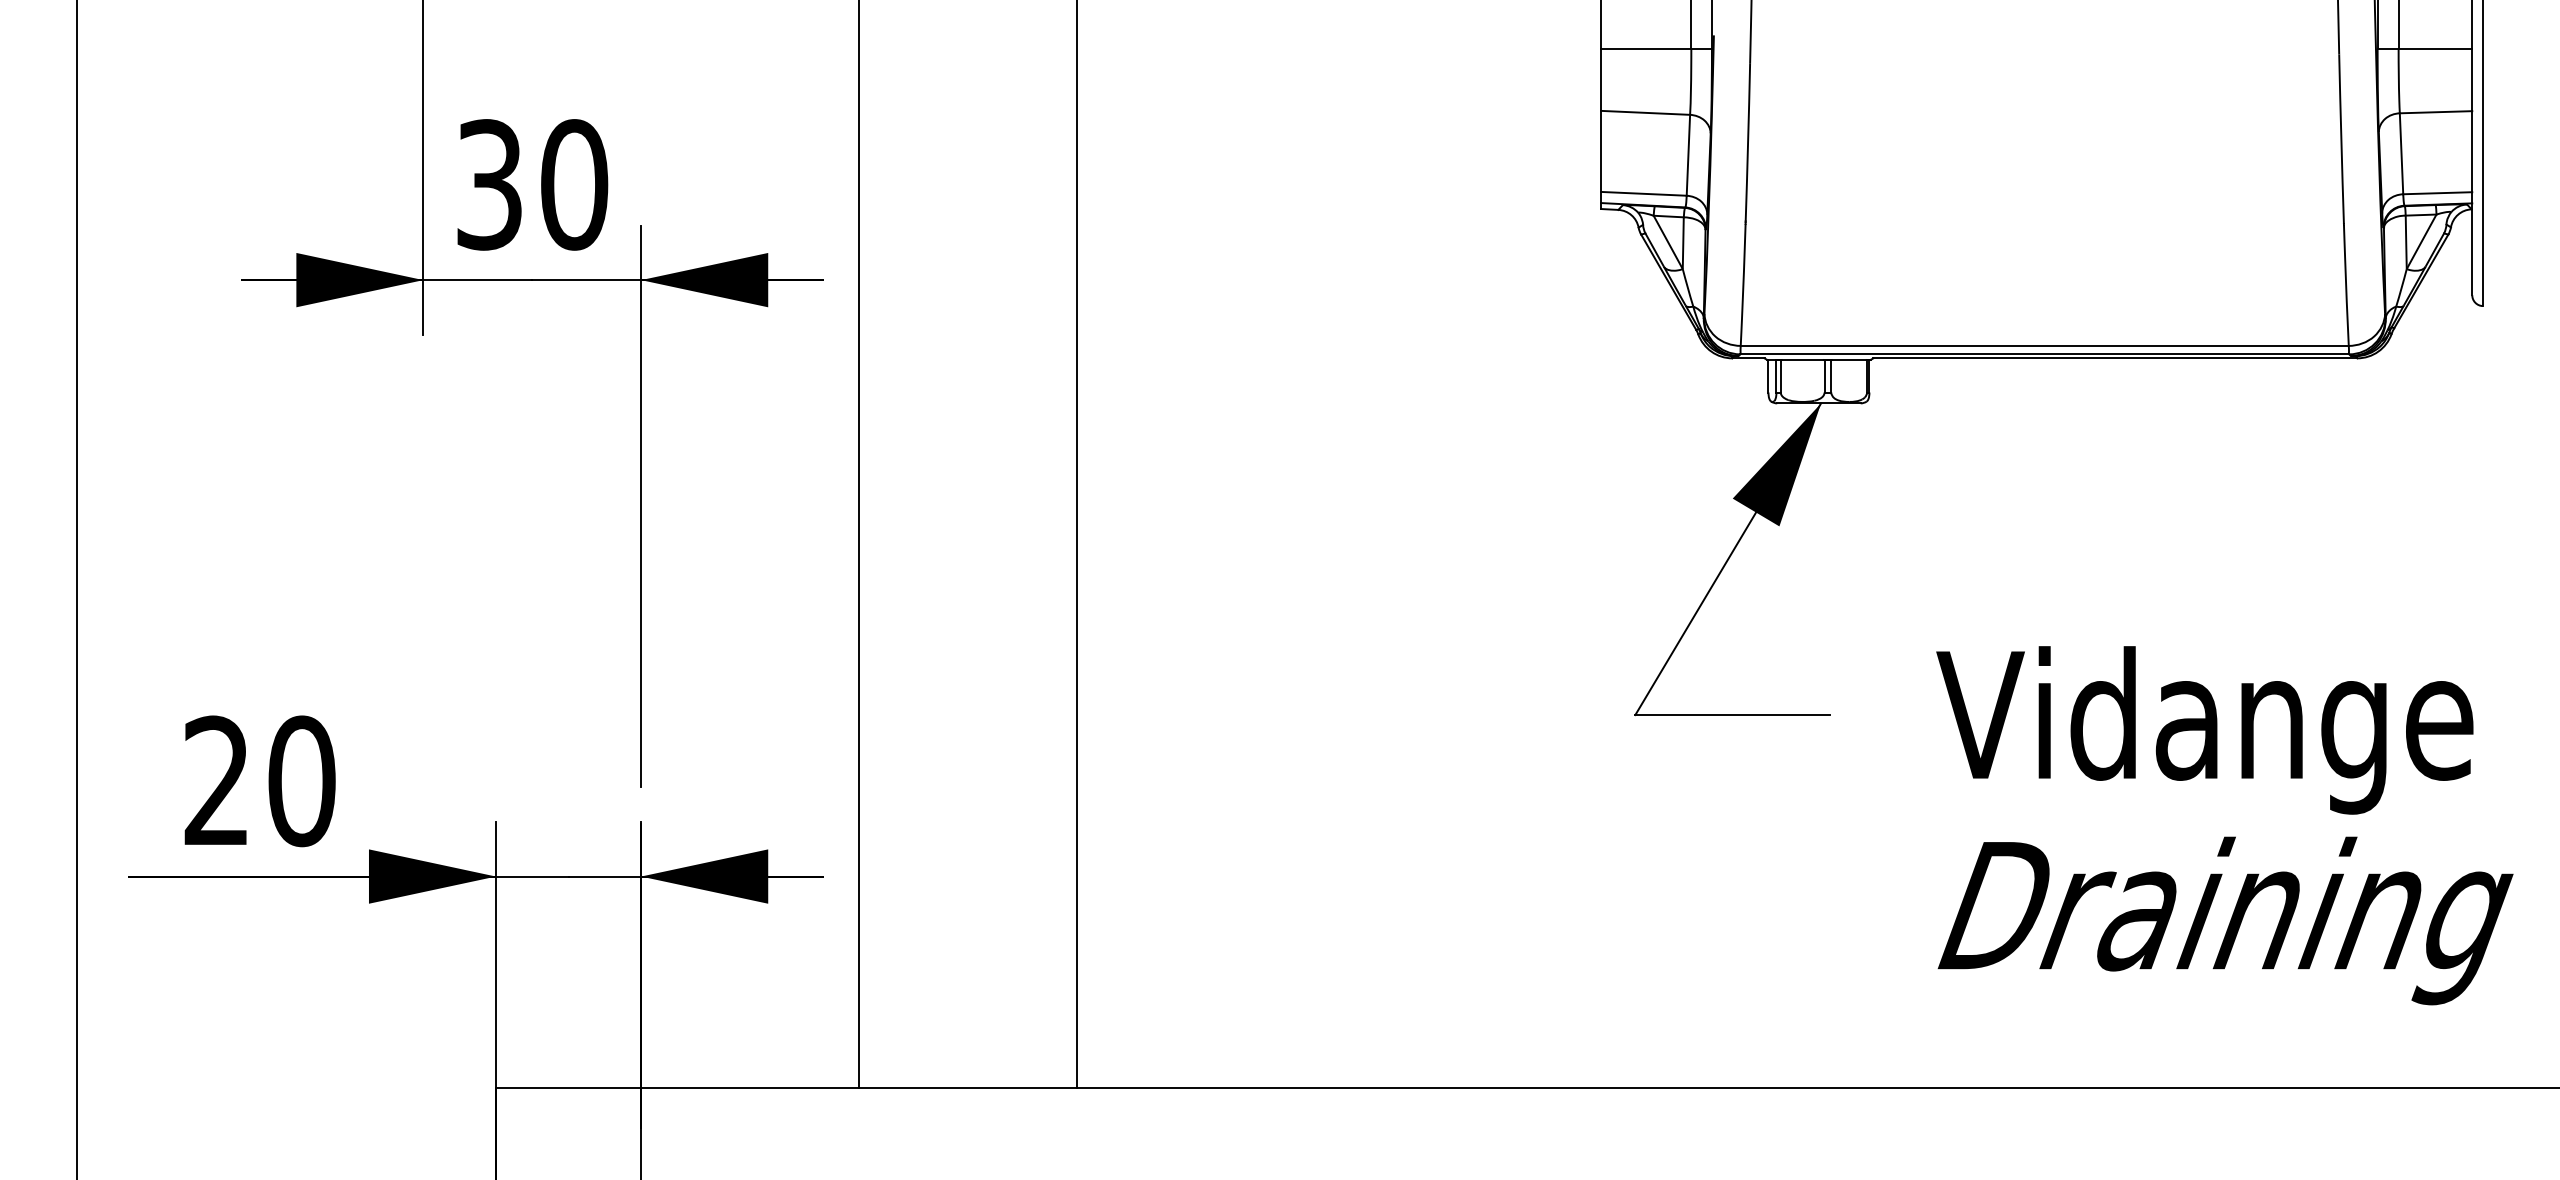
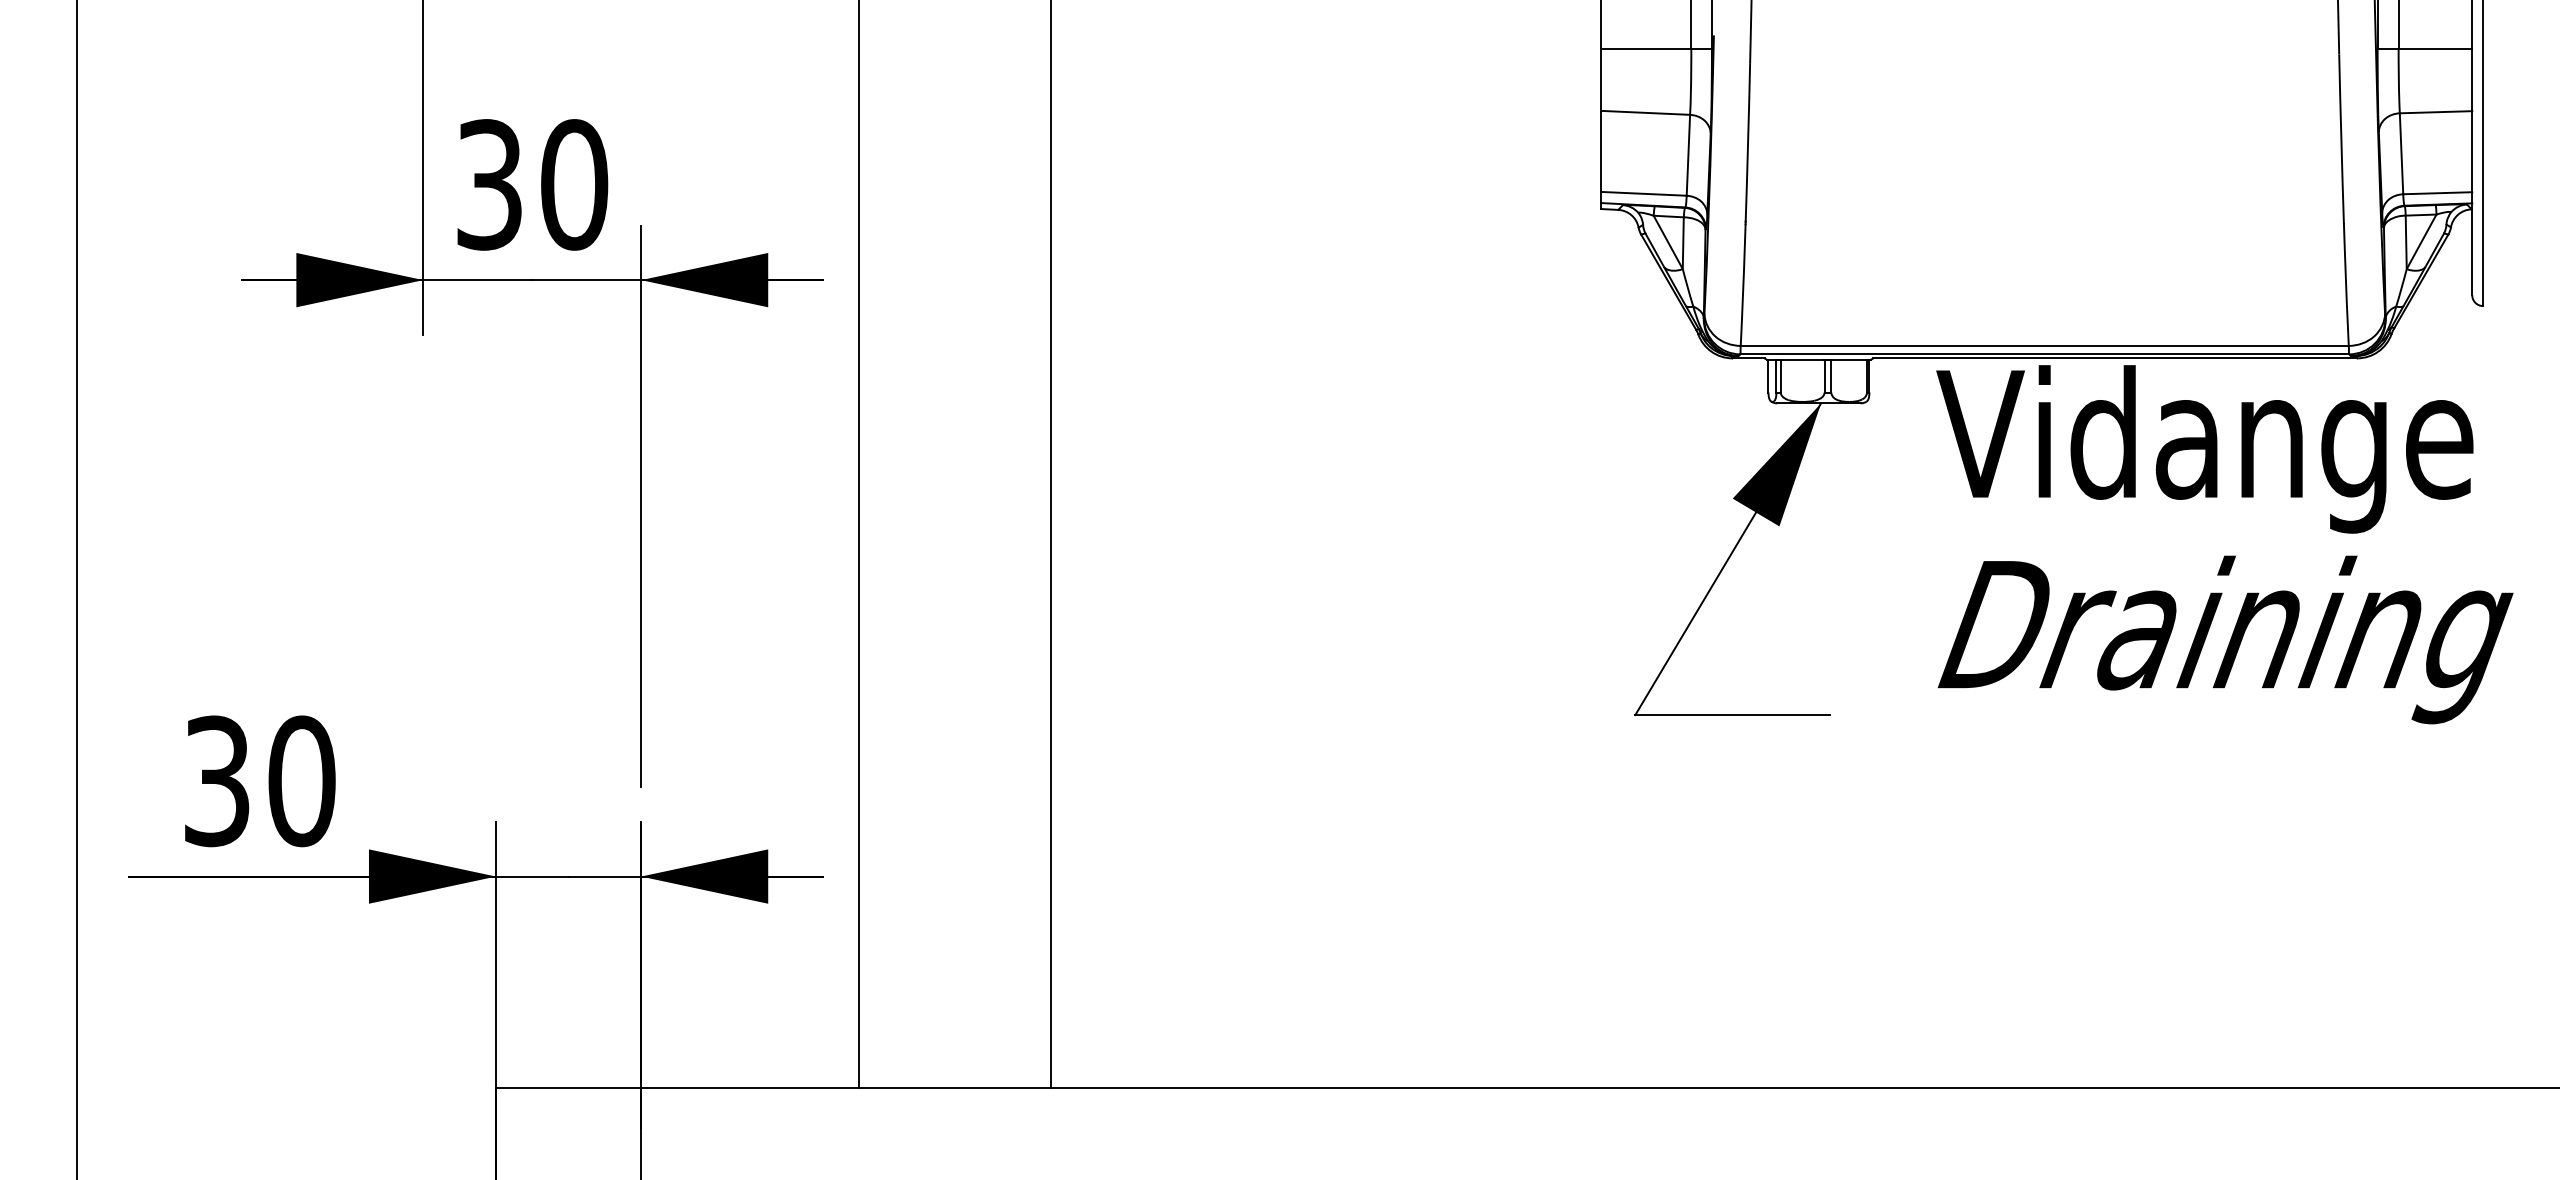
line at (1076, 544) position: (1076, 544) -> (1050, 544)
text at (216, 781): 20 -> 30
text at (2224, 825) position: (2224, 825) -> (2224, 544)
